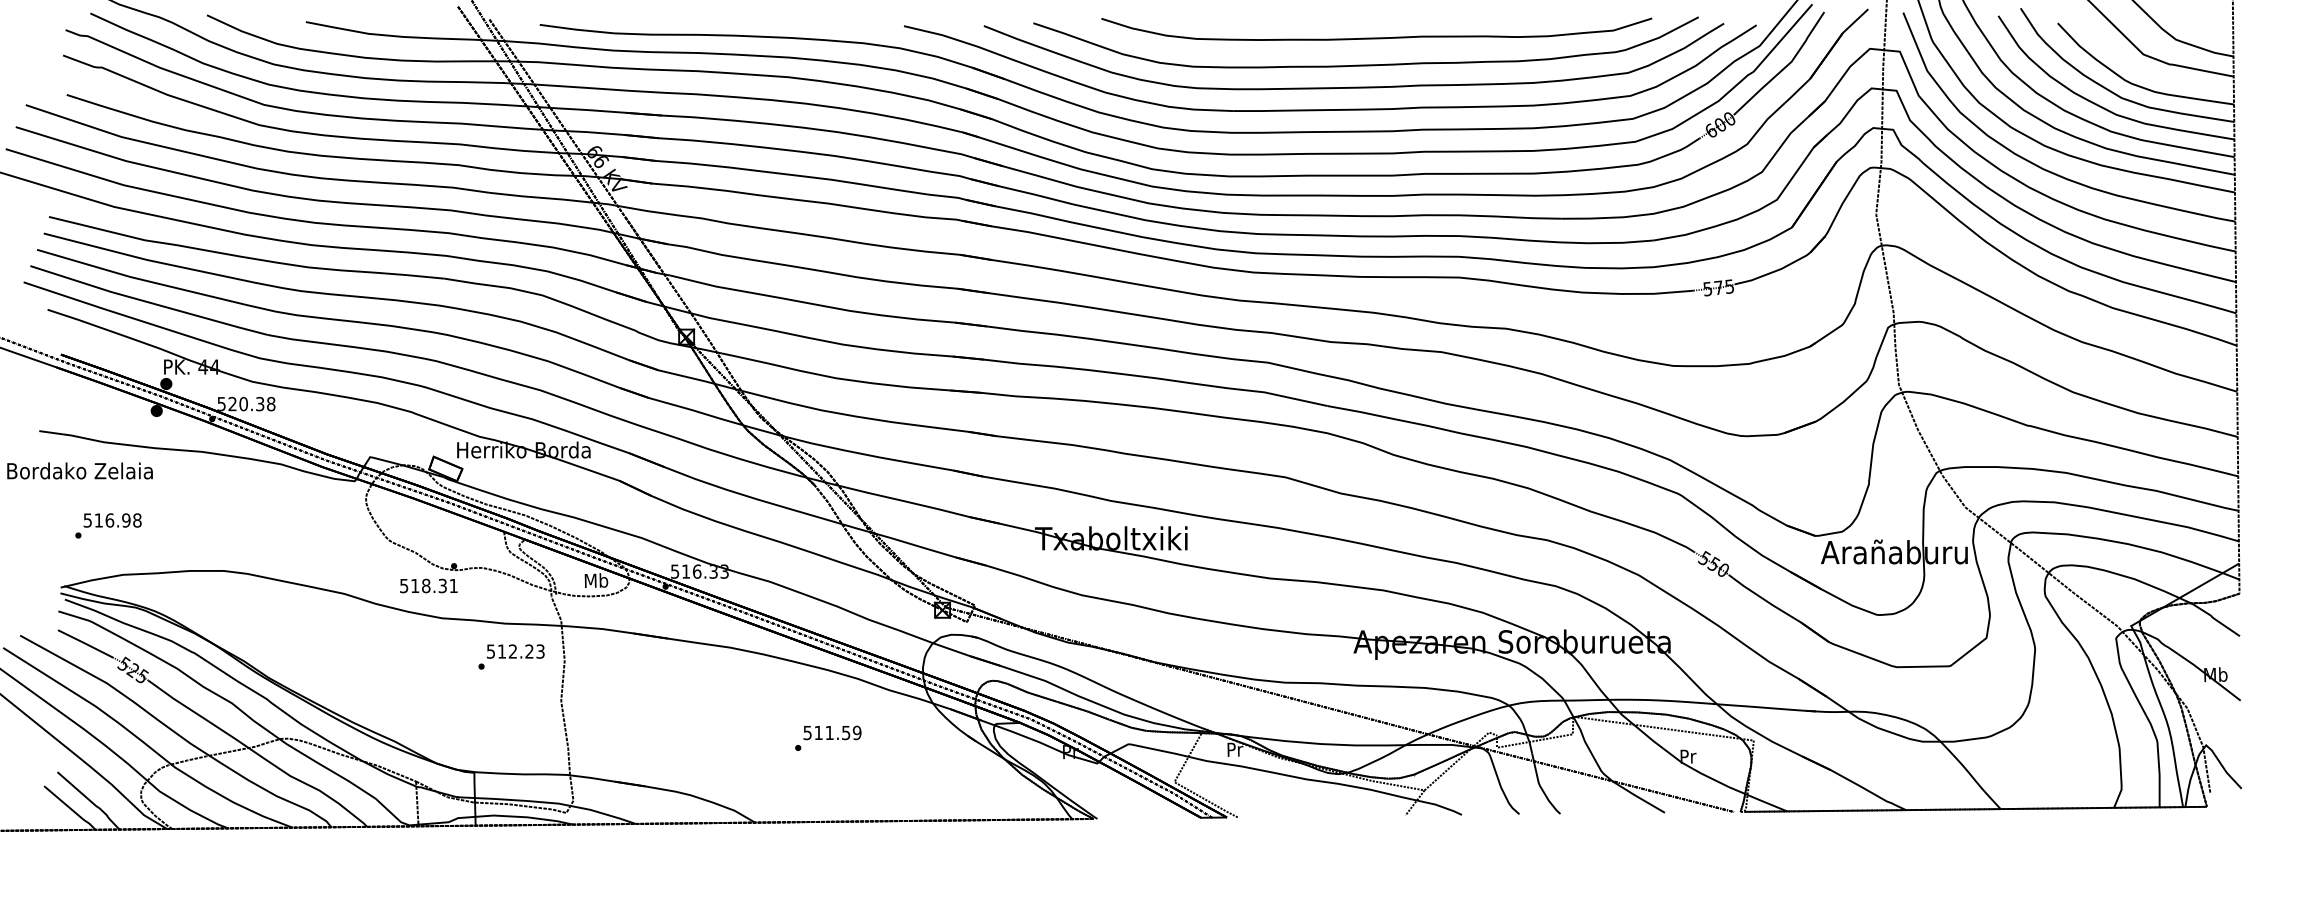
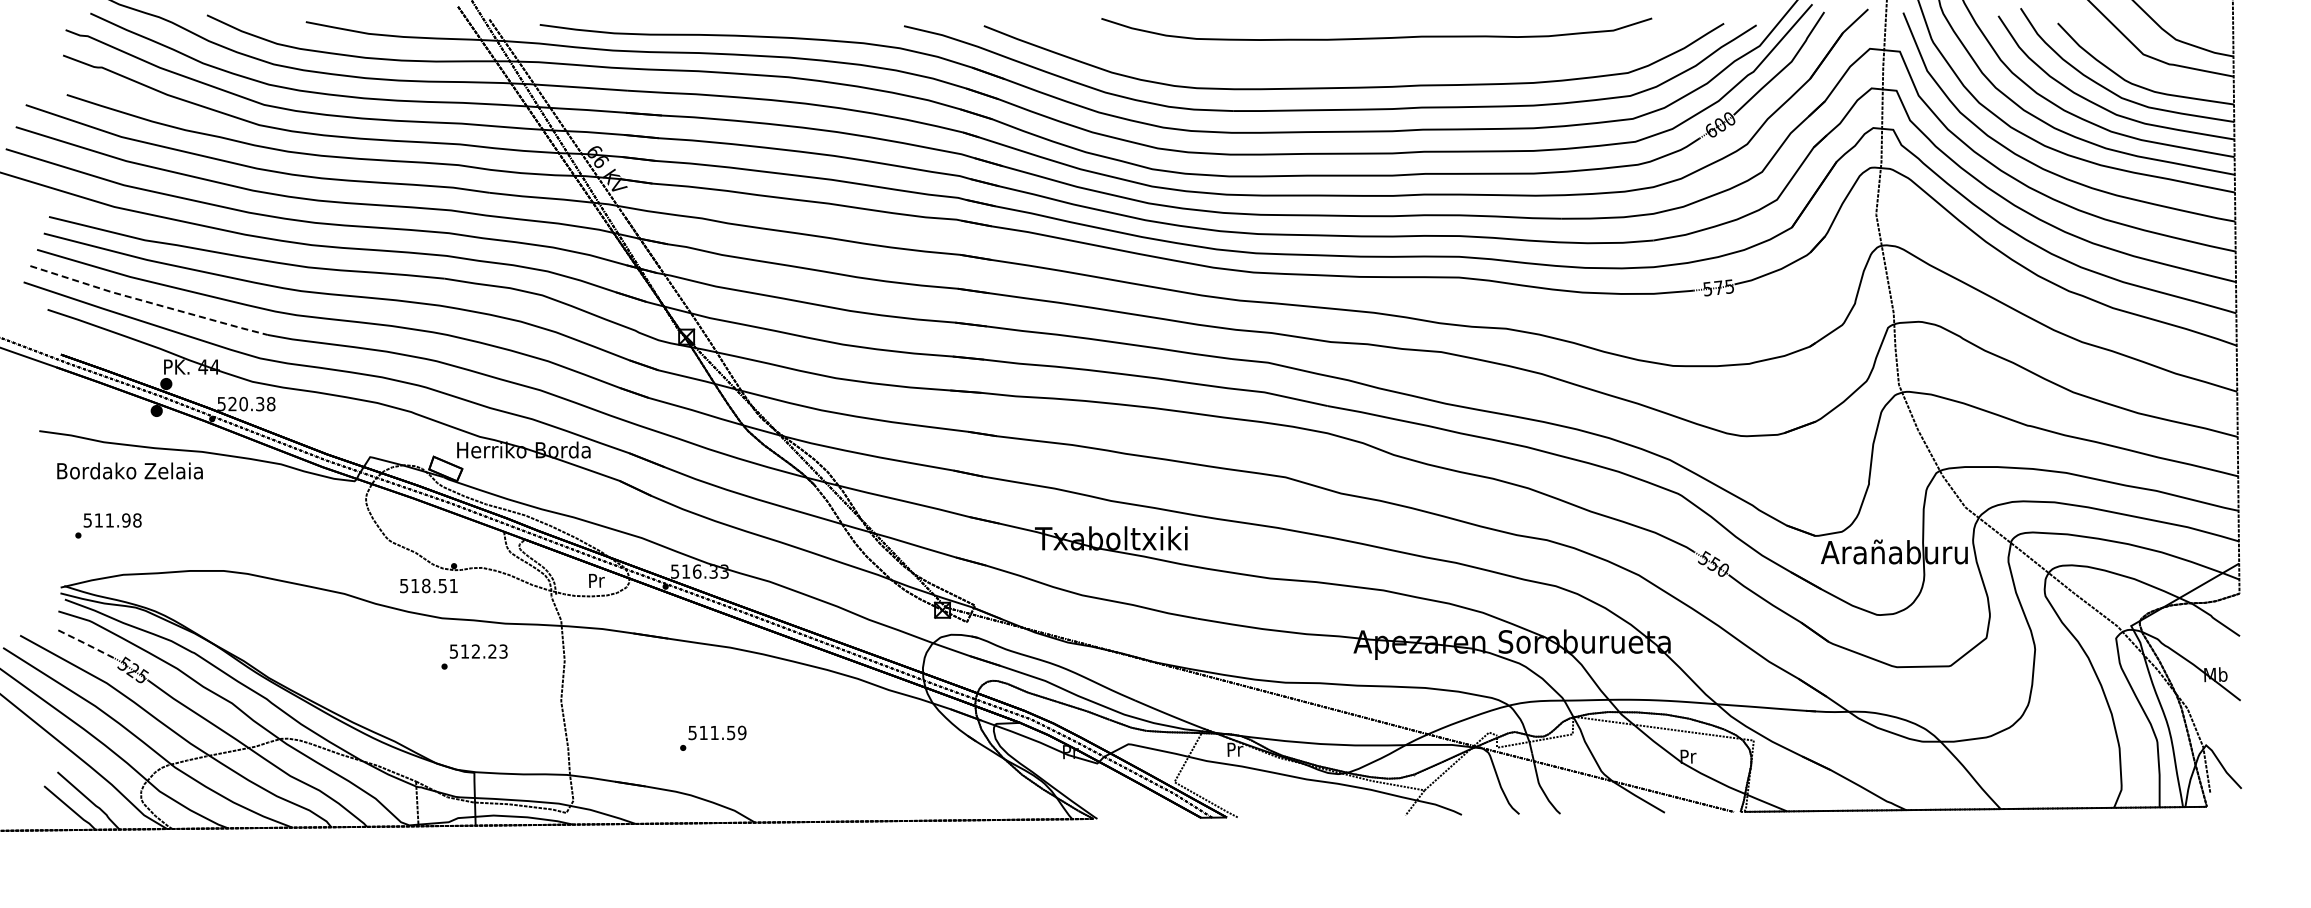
curve at (1365, 64): present -> none
line at (148, 302): solid -> dashed
text at (79, 470) position: (79, 470) -> (129, 470)
text at (109, 520): 516.98 -> 511.98
text at (596, 580): Mb -> Pr
text at (442, 585): 518.31 -> 518.51
line at (85, 643): solid -> dashed
text at (511, 656) position: (511, 656) -> (474, 656)
text at (828, 737) position: (828, 737) -> (713, 737)
